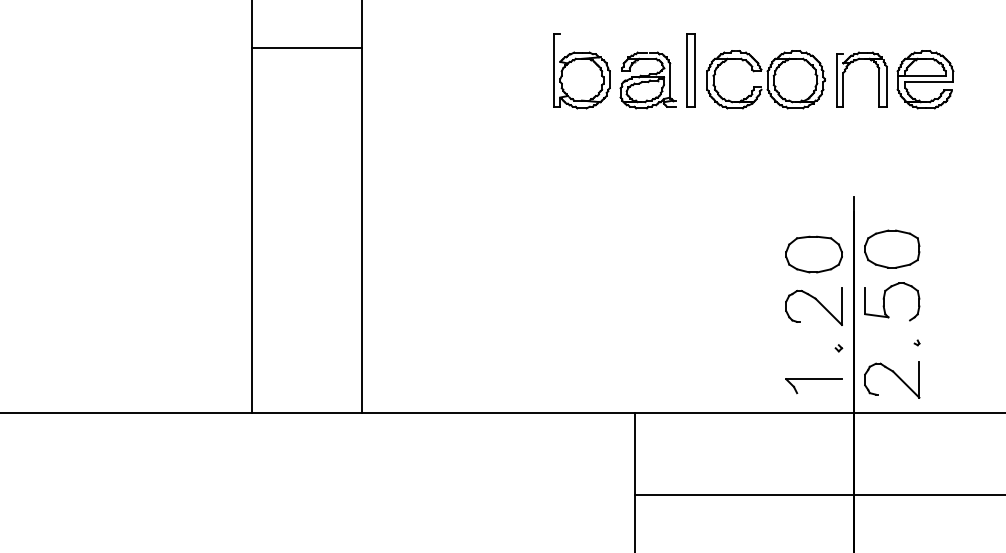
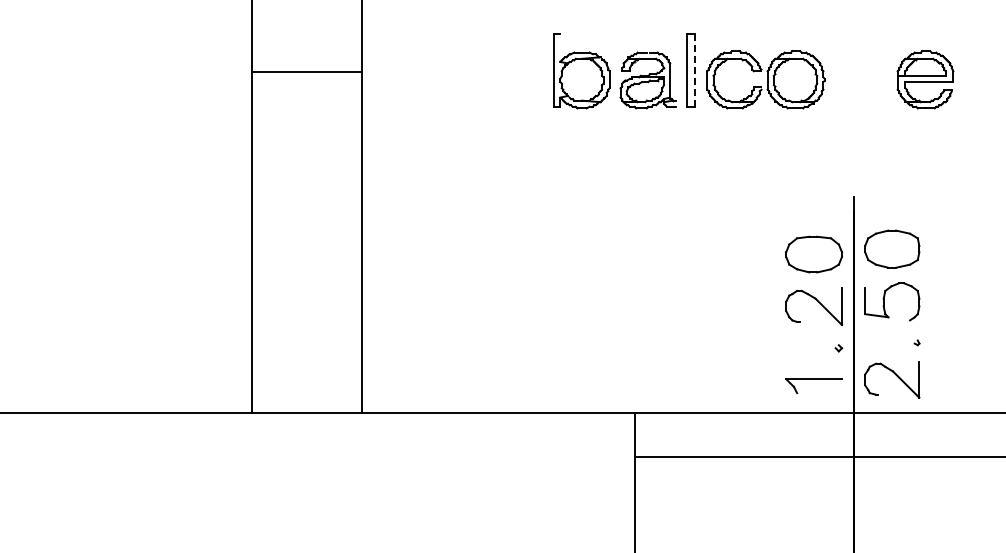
line at (307, 48) position: (307, 48) -> (307, 72)
line at (694, 69): solid -> dashed
part at (846, 71): present -> none
line at (818, 495) position: (818, 495) -> (818, 457)
